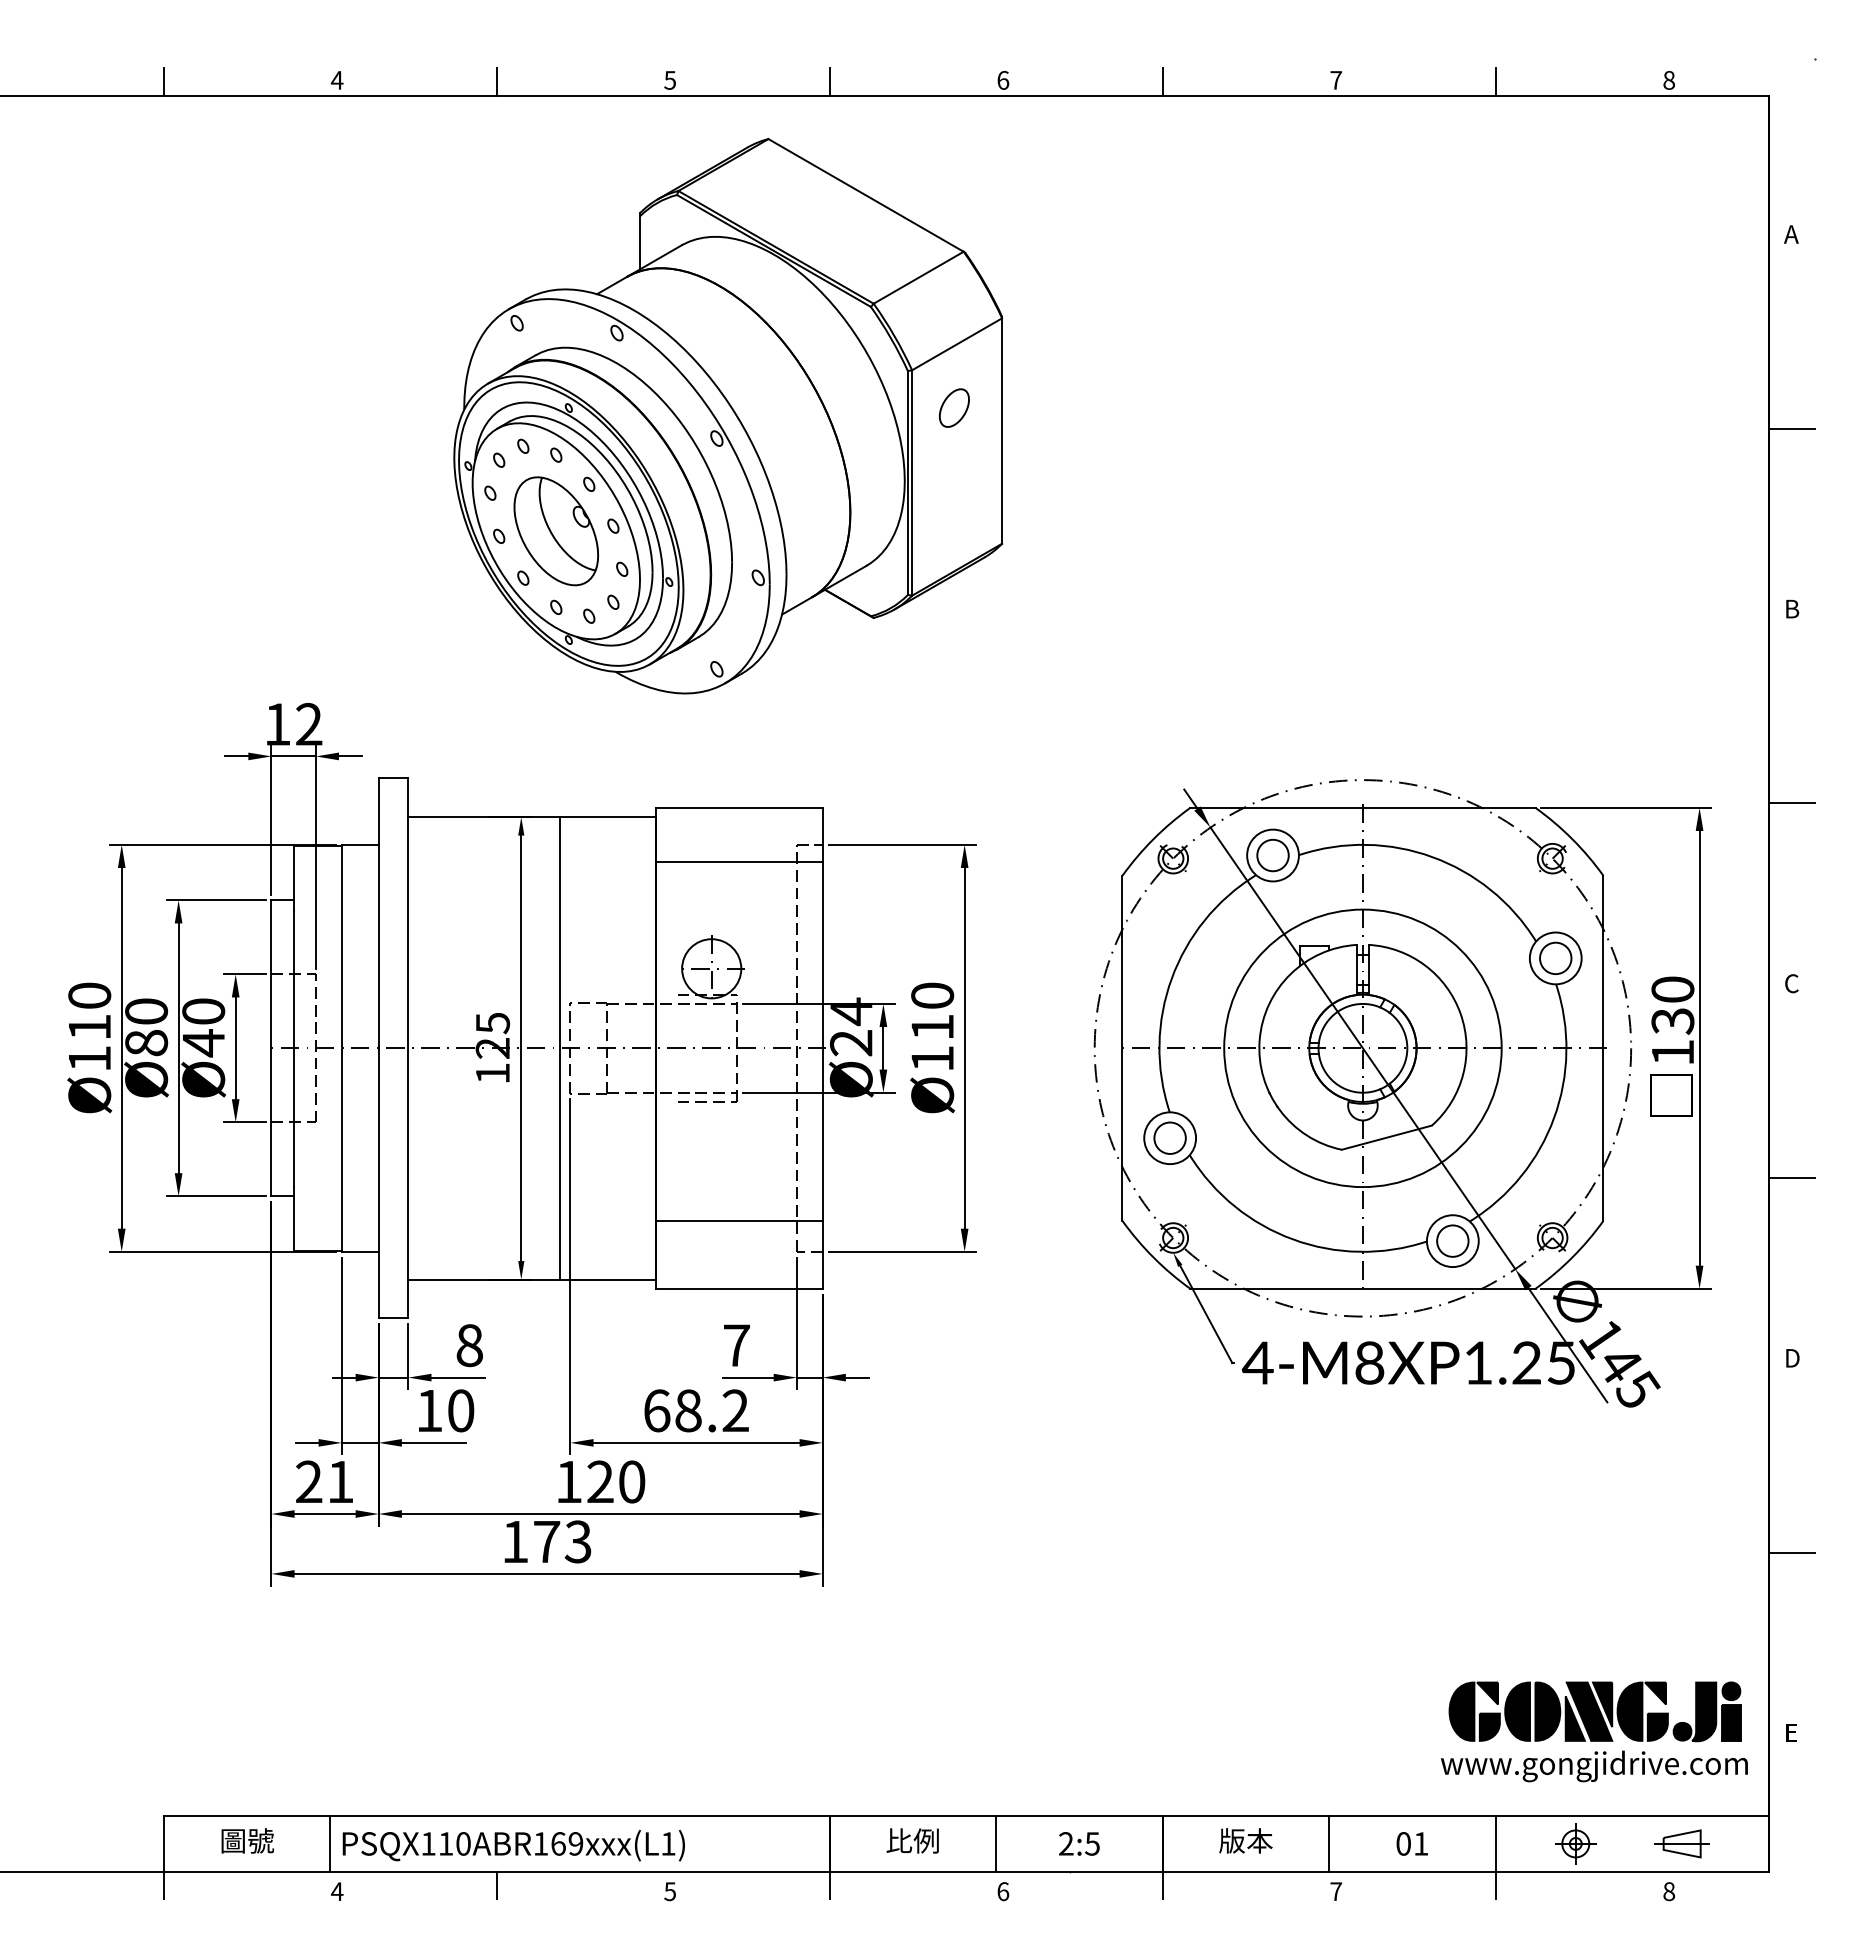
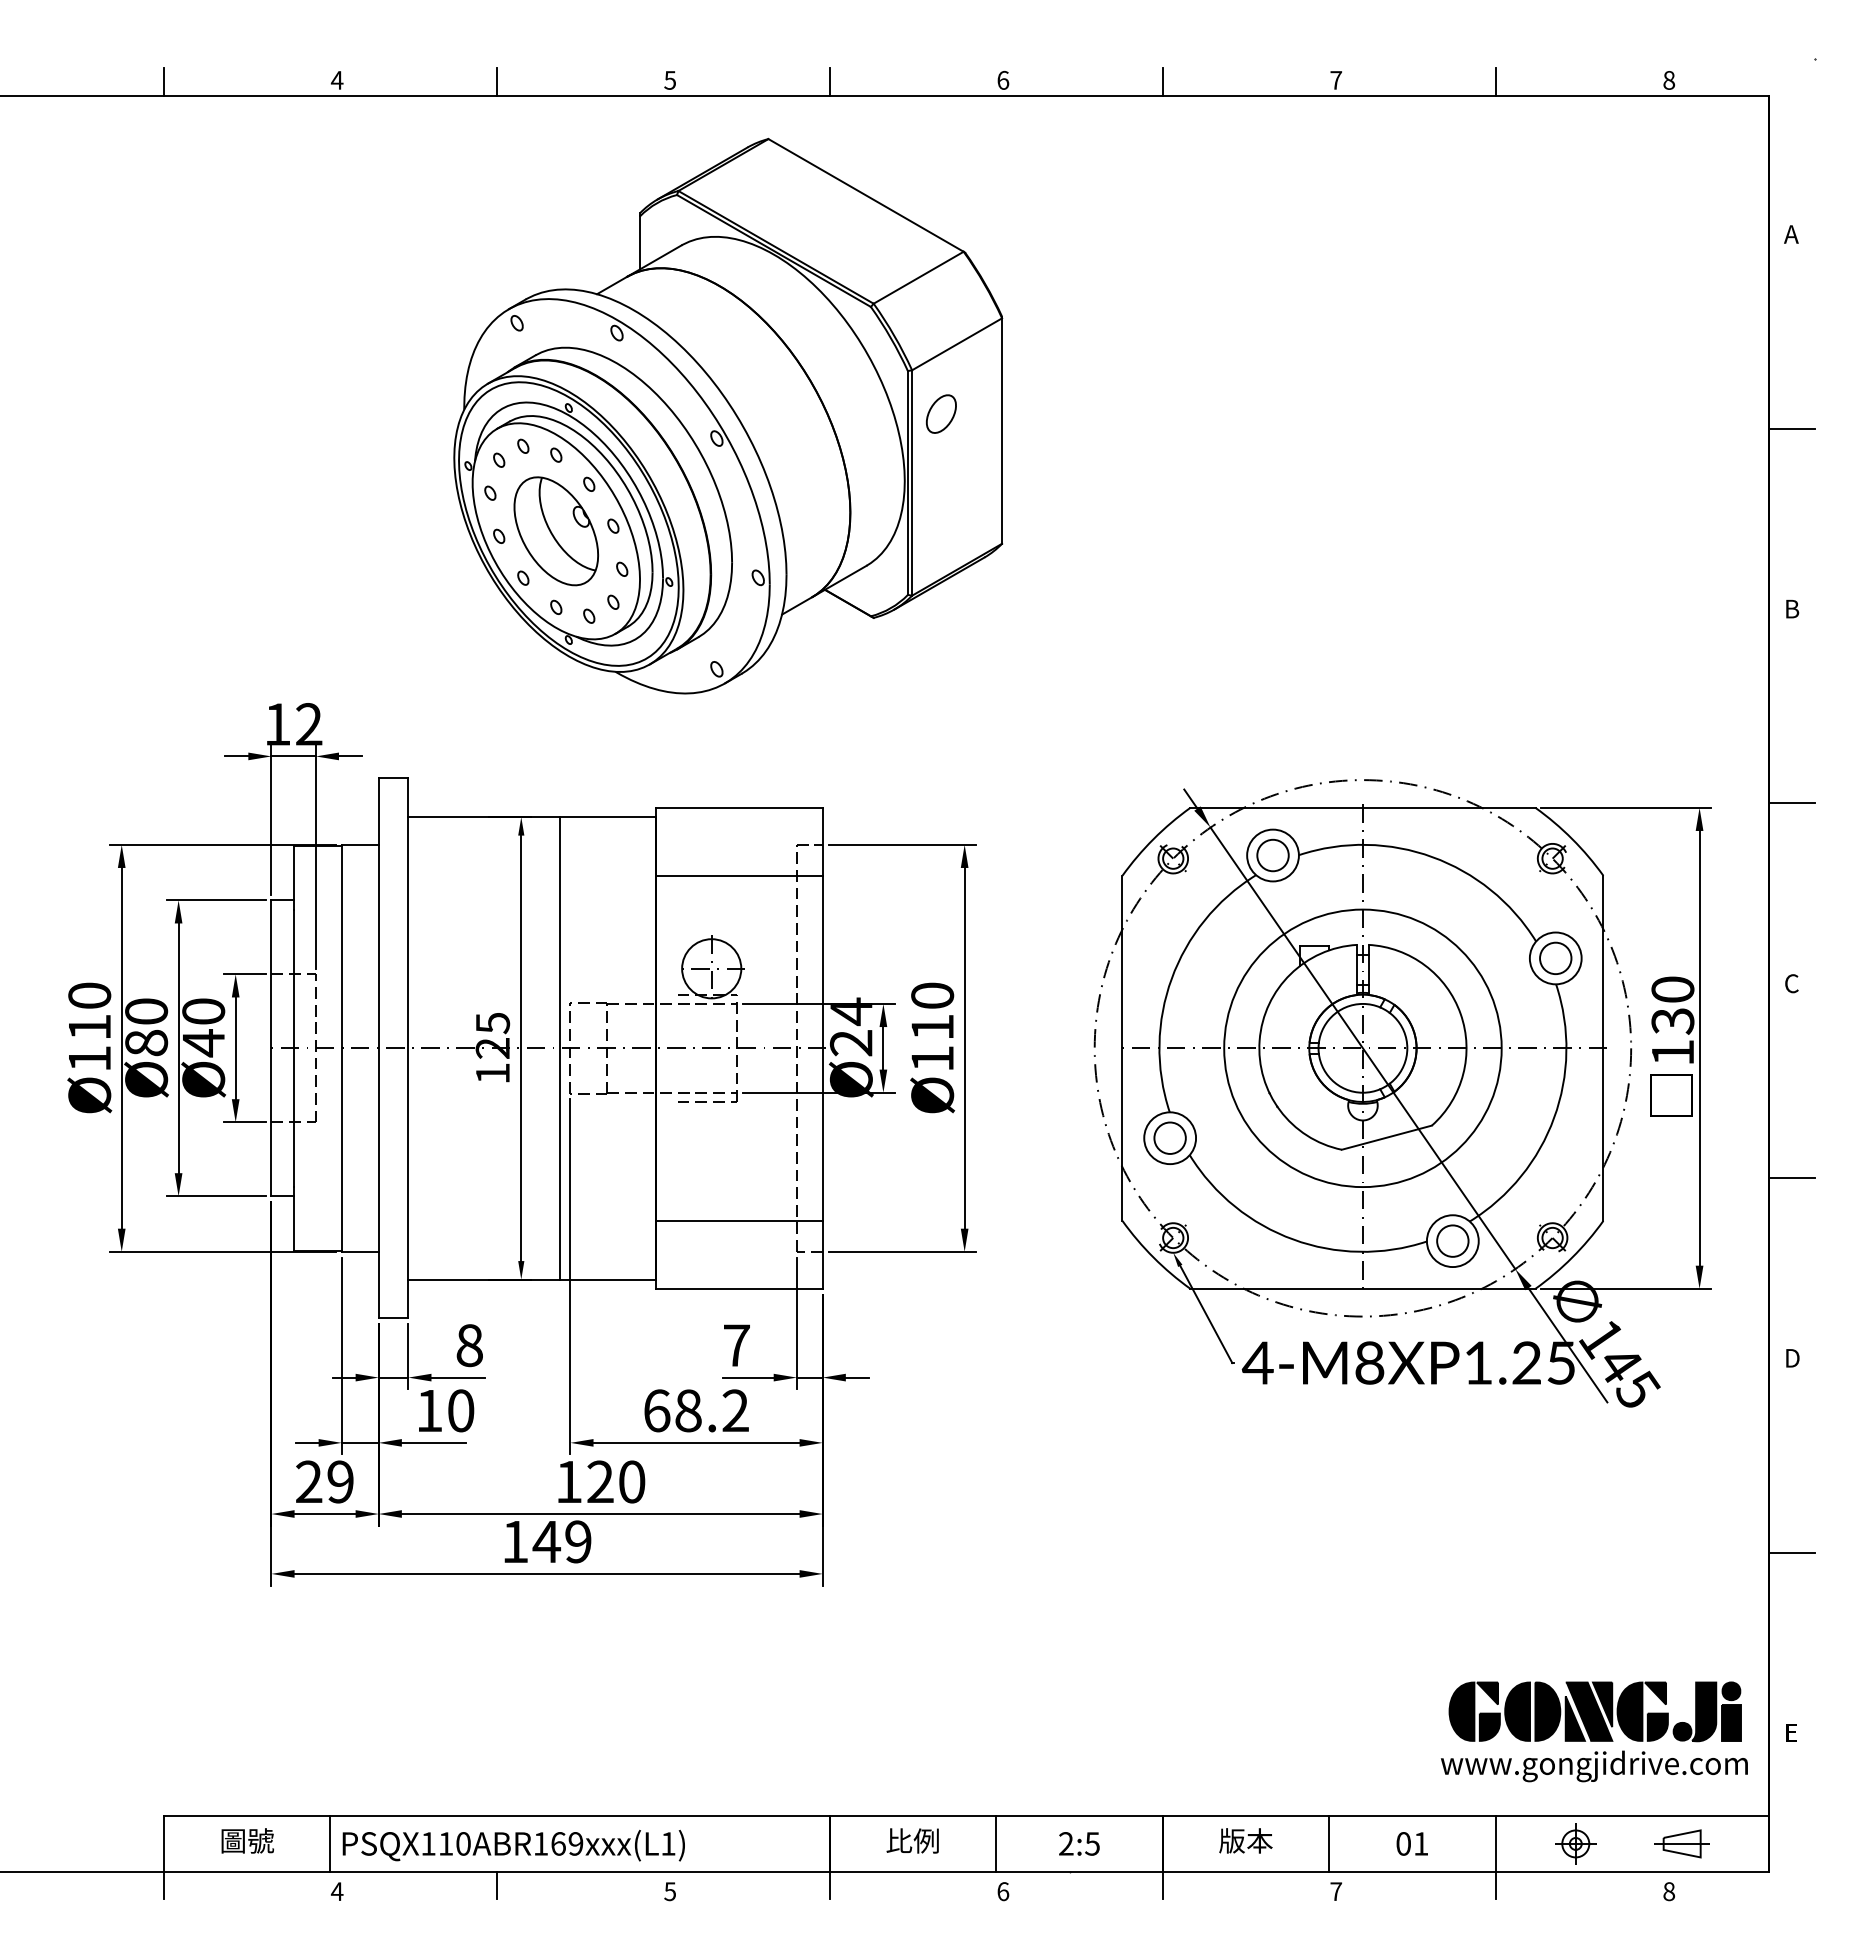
part at (954, 407) position: (954, 407) -> (941, 413)
line at (739, 861) position: (739, 861) -> (739, 875)
text at (340, 1481): 21 -> 29
text at (561, 1541): 173 -> 149
